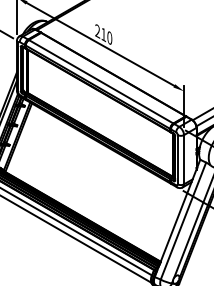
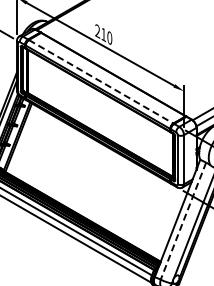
line at (101, 82): solid -> dashed
line at (183, 221): solid -> dashed
